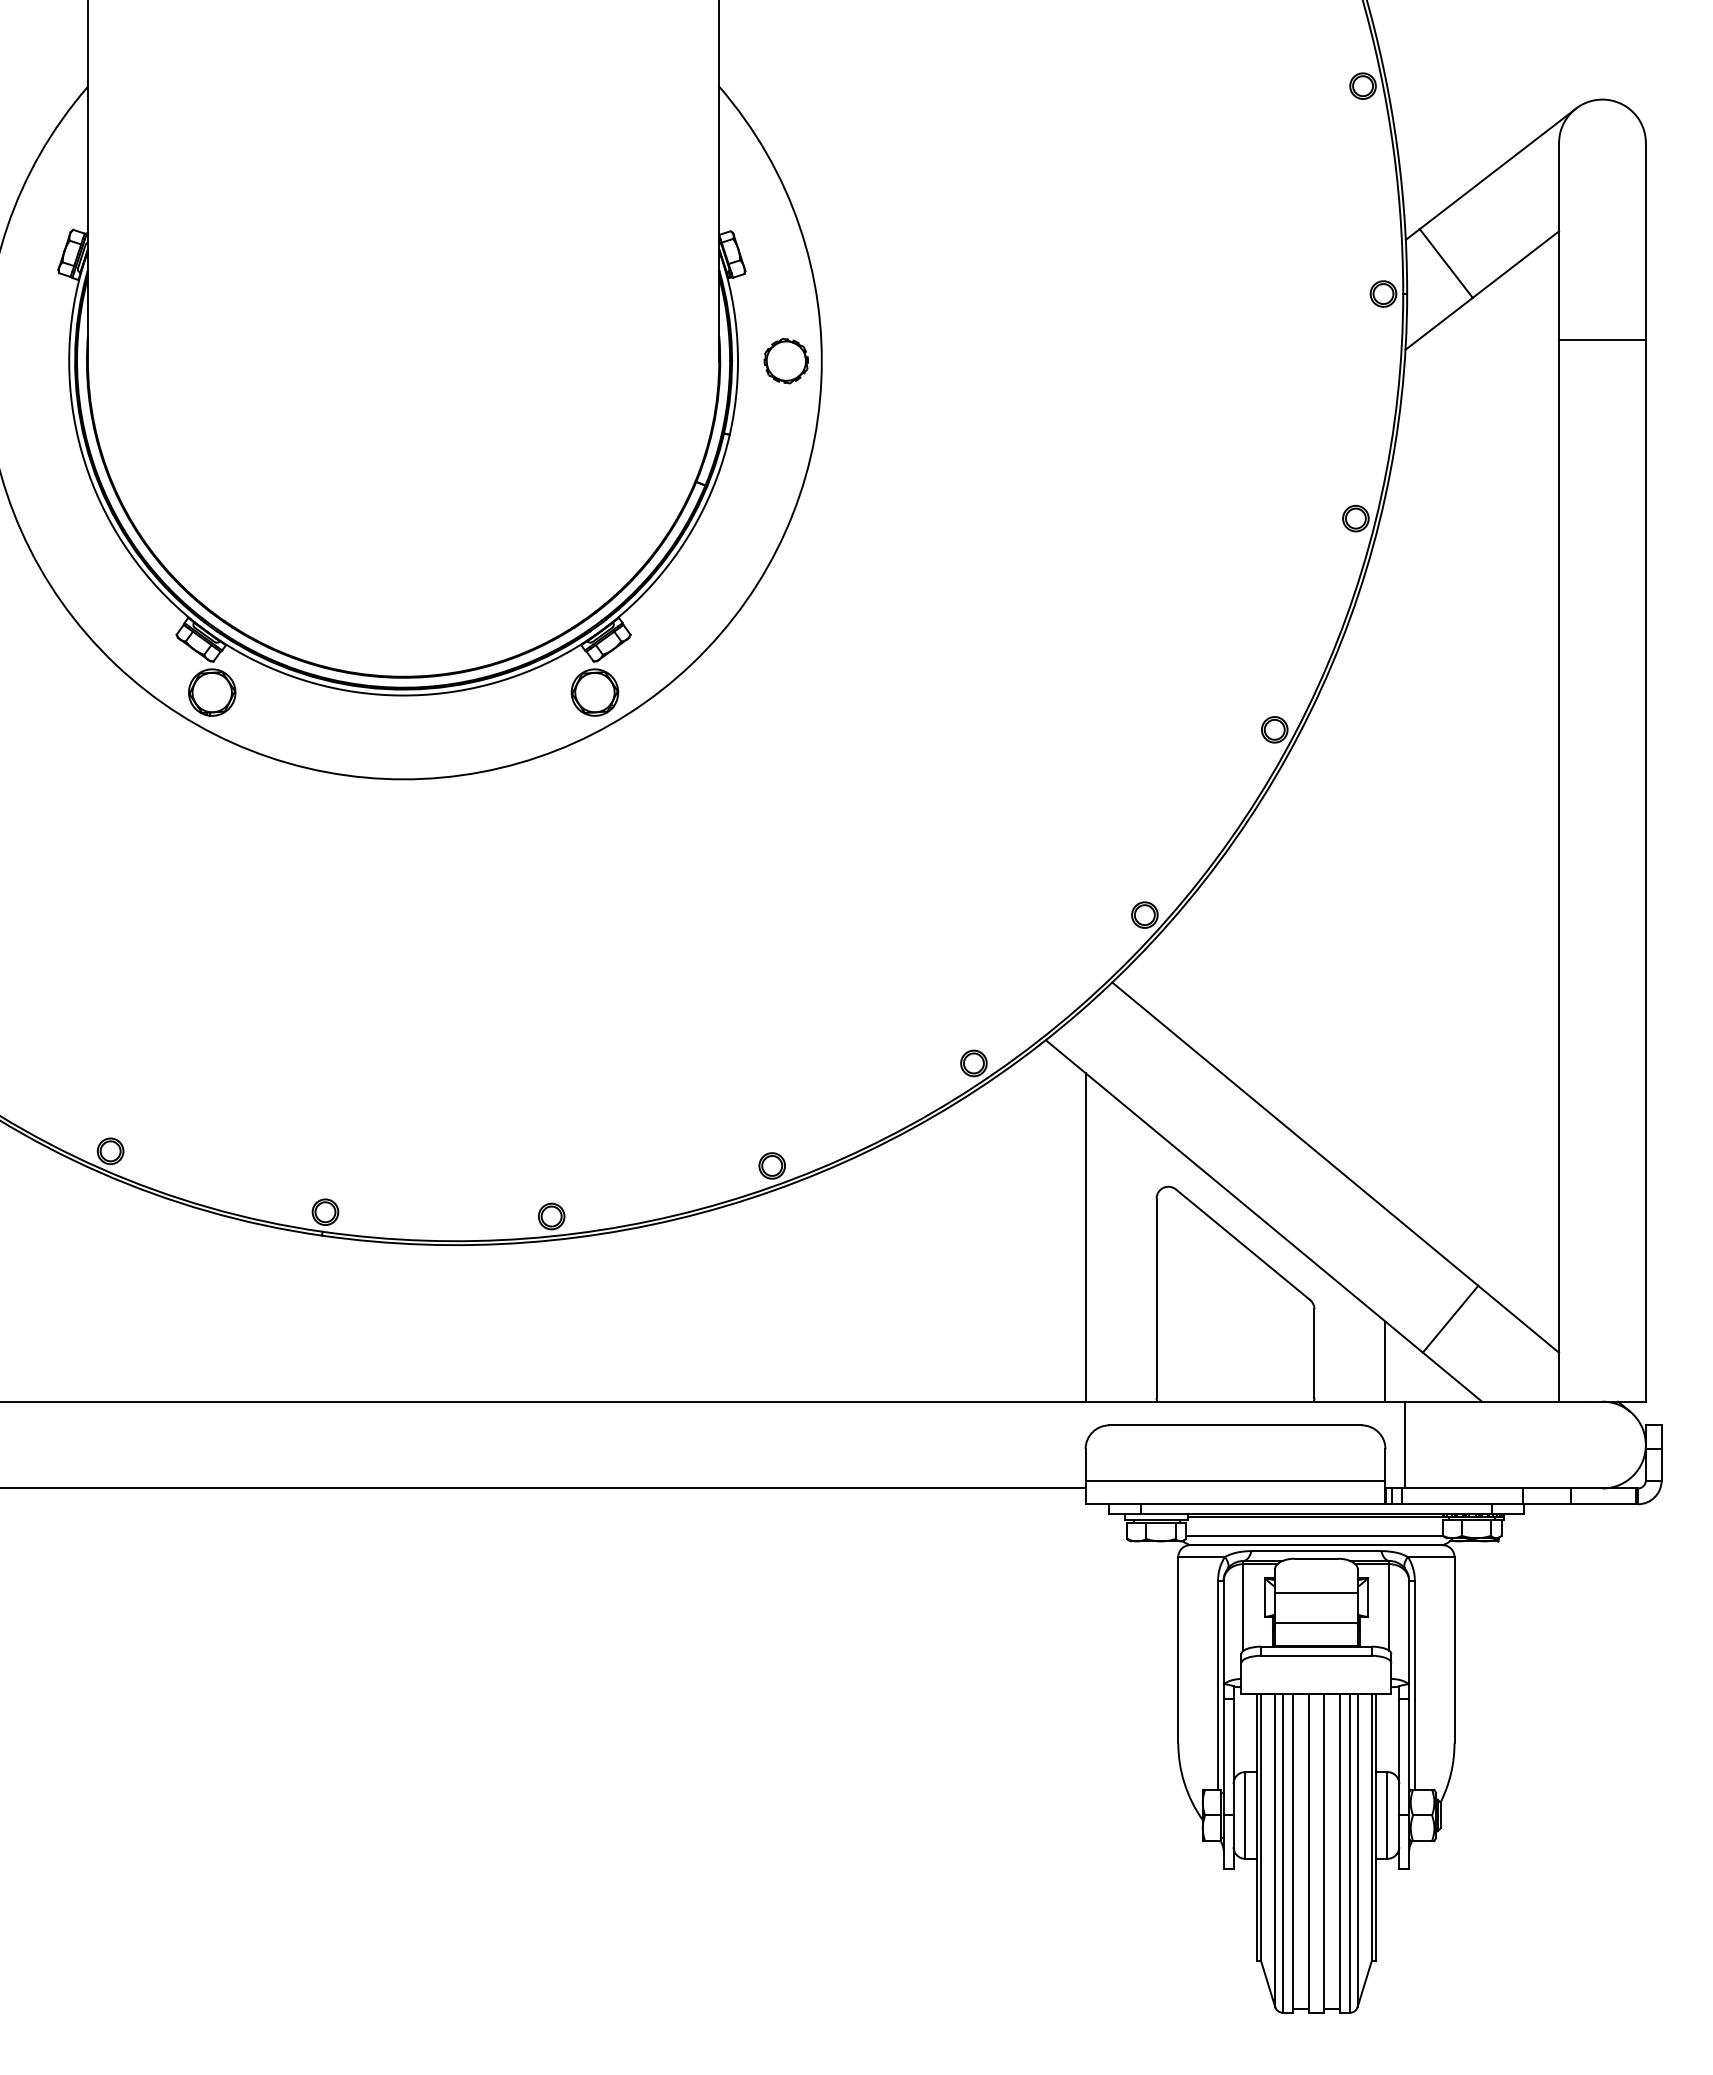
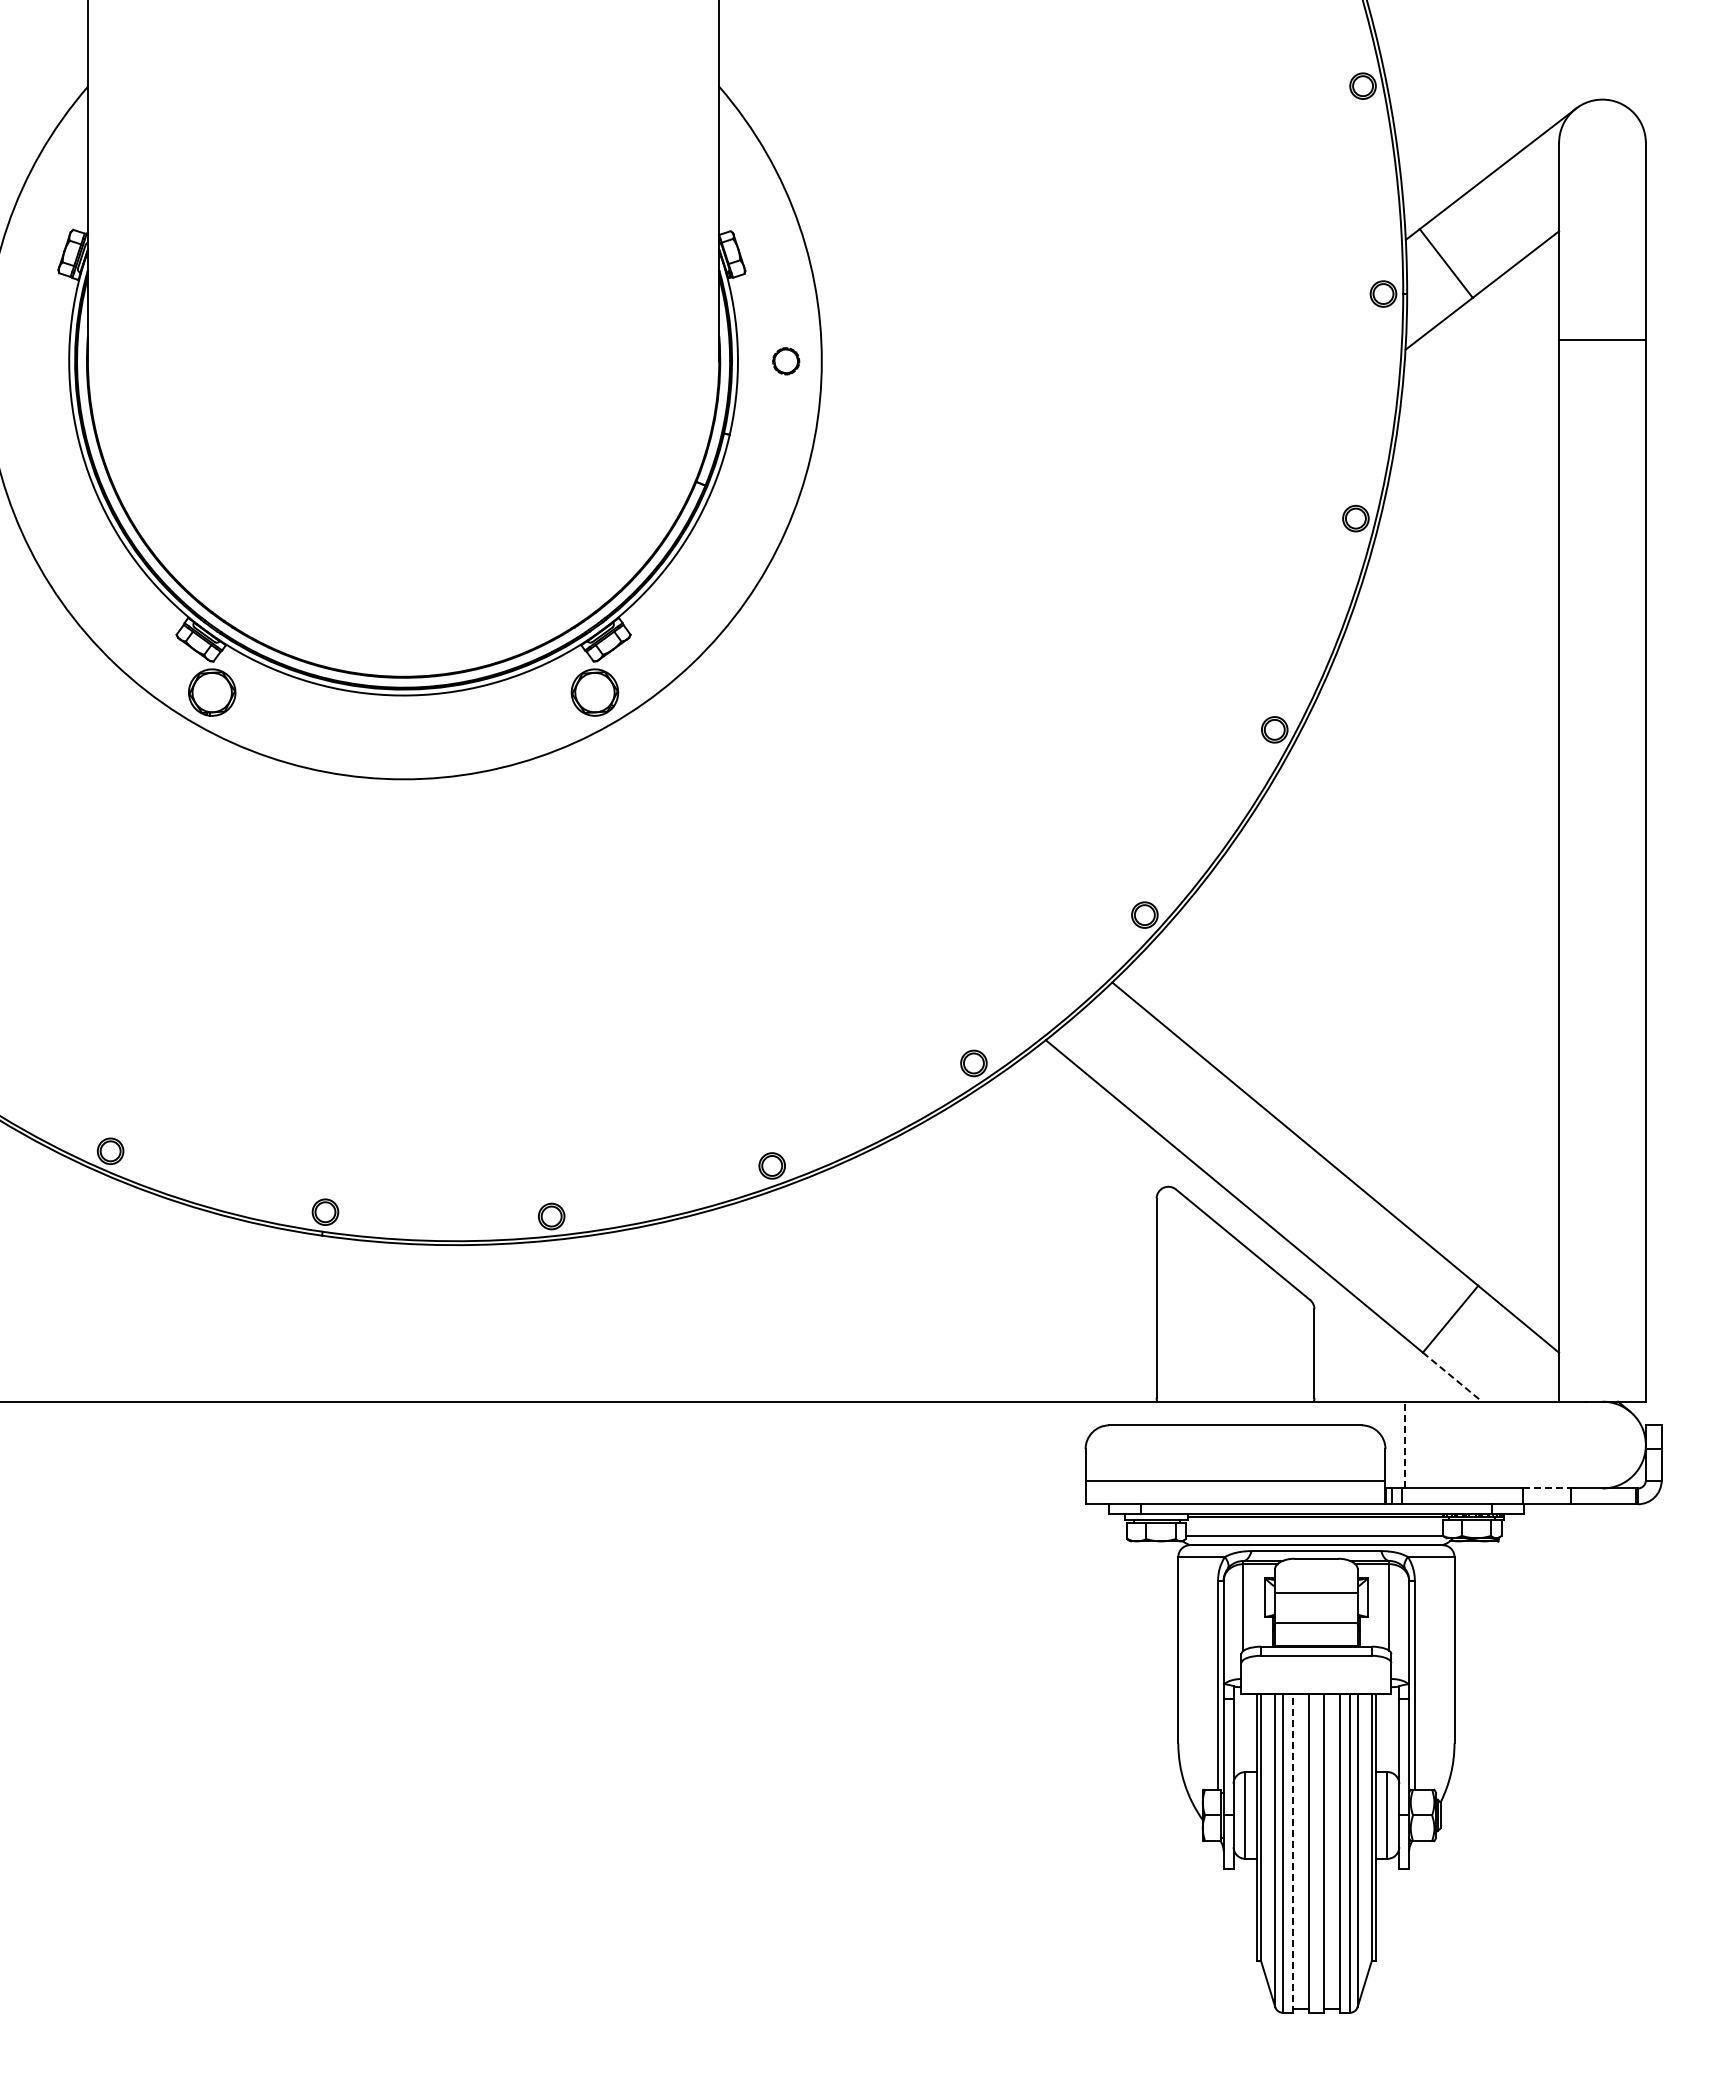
part at (785, 361) size: 46x47 px -> 29x29 px
line at (1085, 1237): present -> none
line at (1385, 1361): present -> none
line at (1452, 1377): solid -> dashed
line at (1405, 1444): solid -> dashed
line at (543, 1488): present -> none
line at (1547, 1488): solid -> dashed
line at (1292, 1853): solid -> dashed
